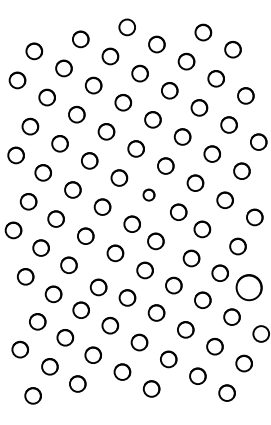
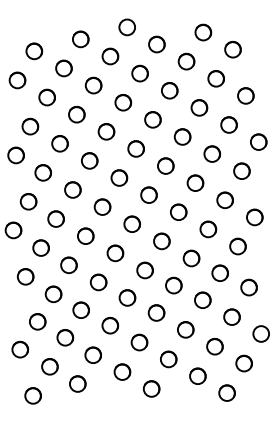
circle at (148, 194) size: 14x14 px -> 18x18 px
part at (202, 229) position: (202, 229) -> (208, 229)
part at (155, 241) position: (155, 241) -> (161, 241)
part at (98, 287) position: (98, 287) -> (98, 282)
part at (248, 287) size: 28x28 px -> 18x19 px
